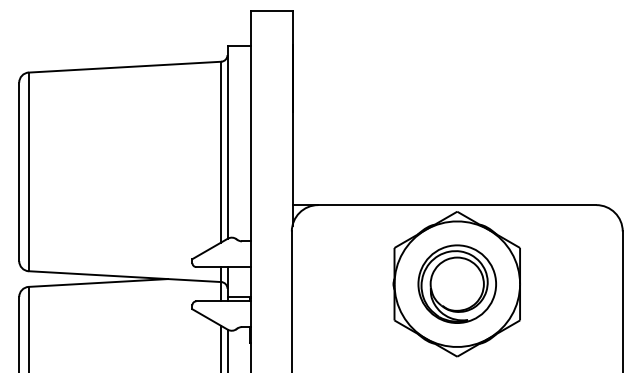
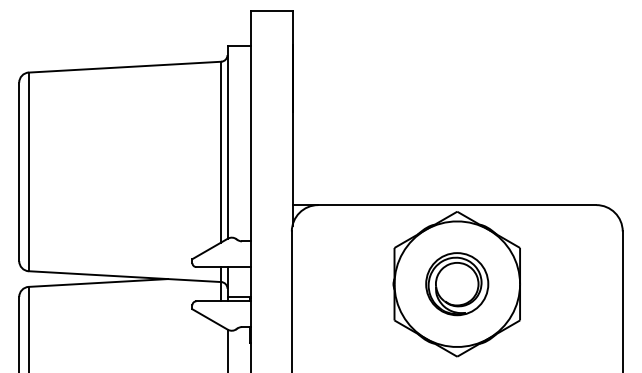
part at (456, 283) size: 80x80 px -> 65x65 px
line at (221, 347): present -> none
